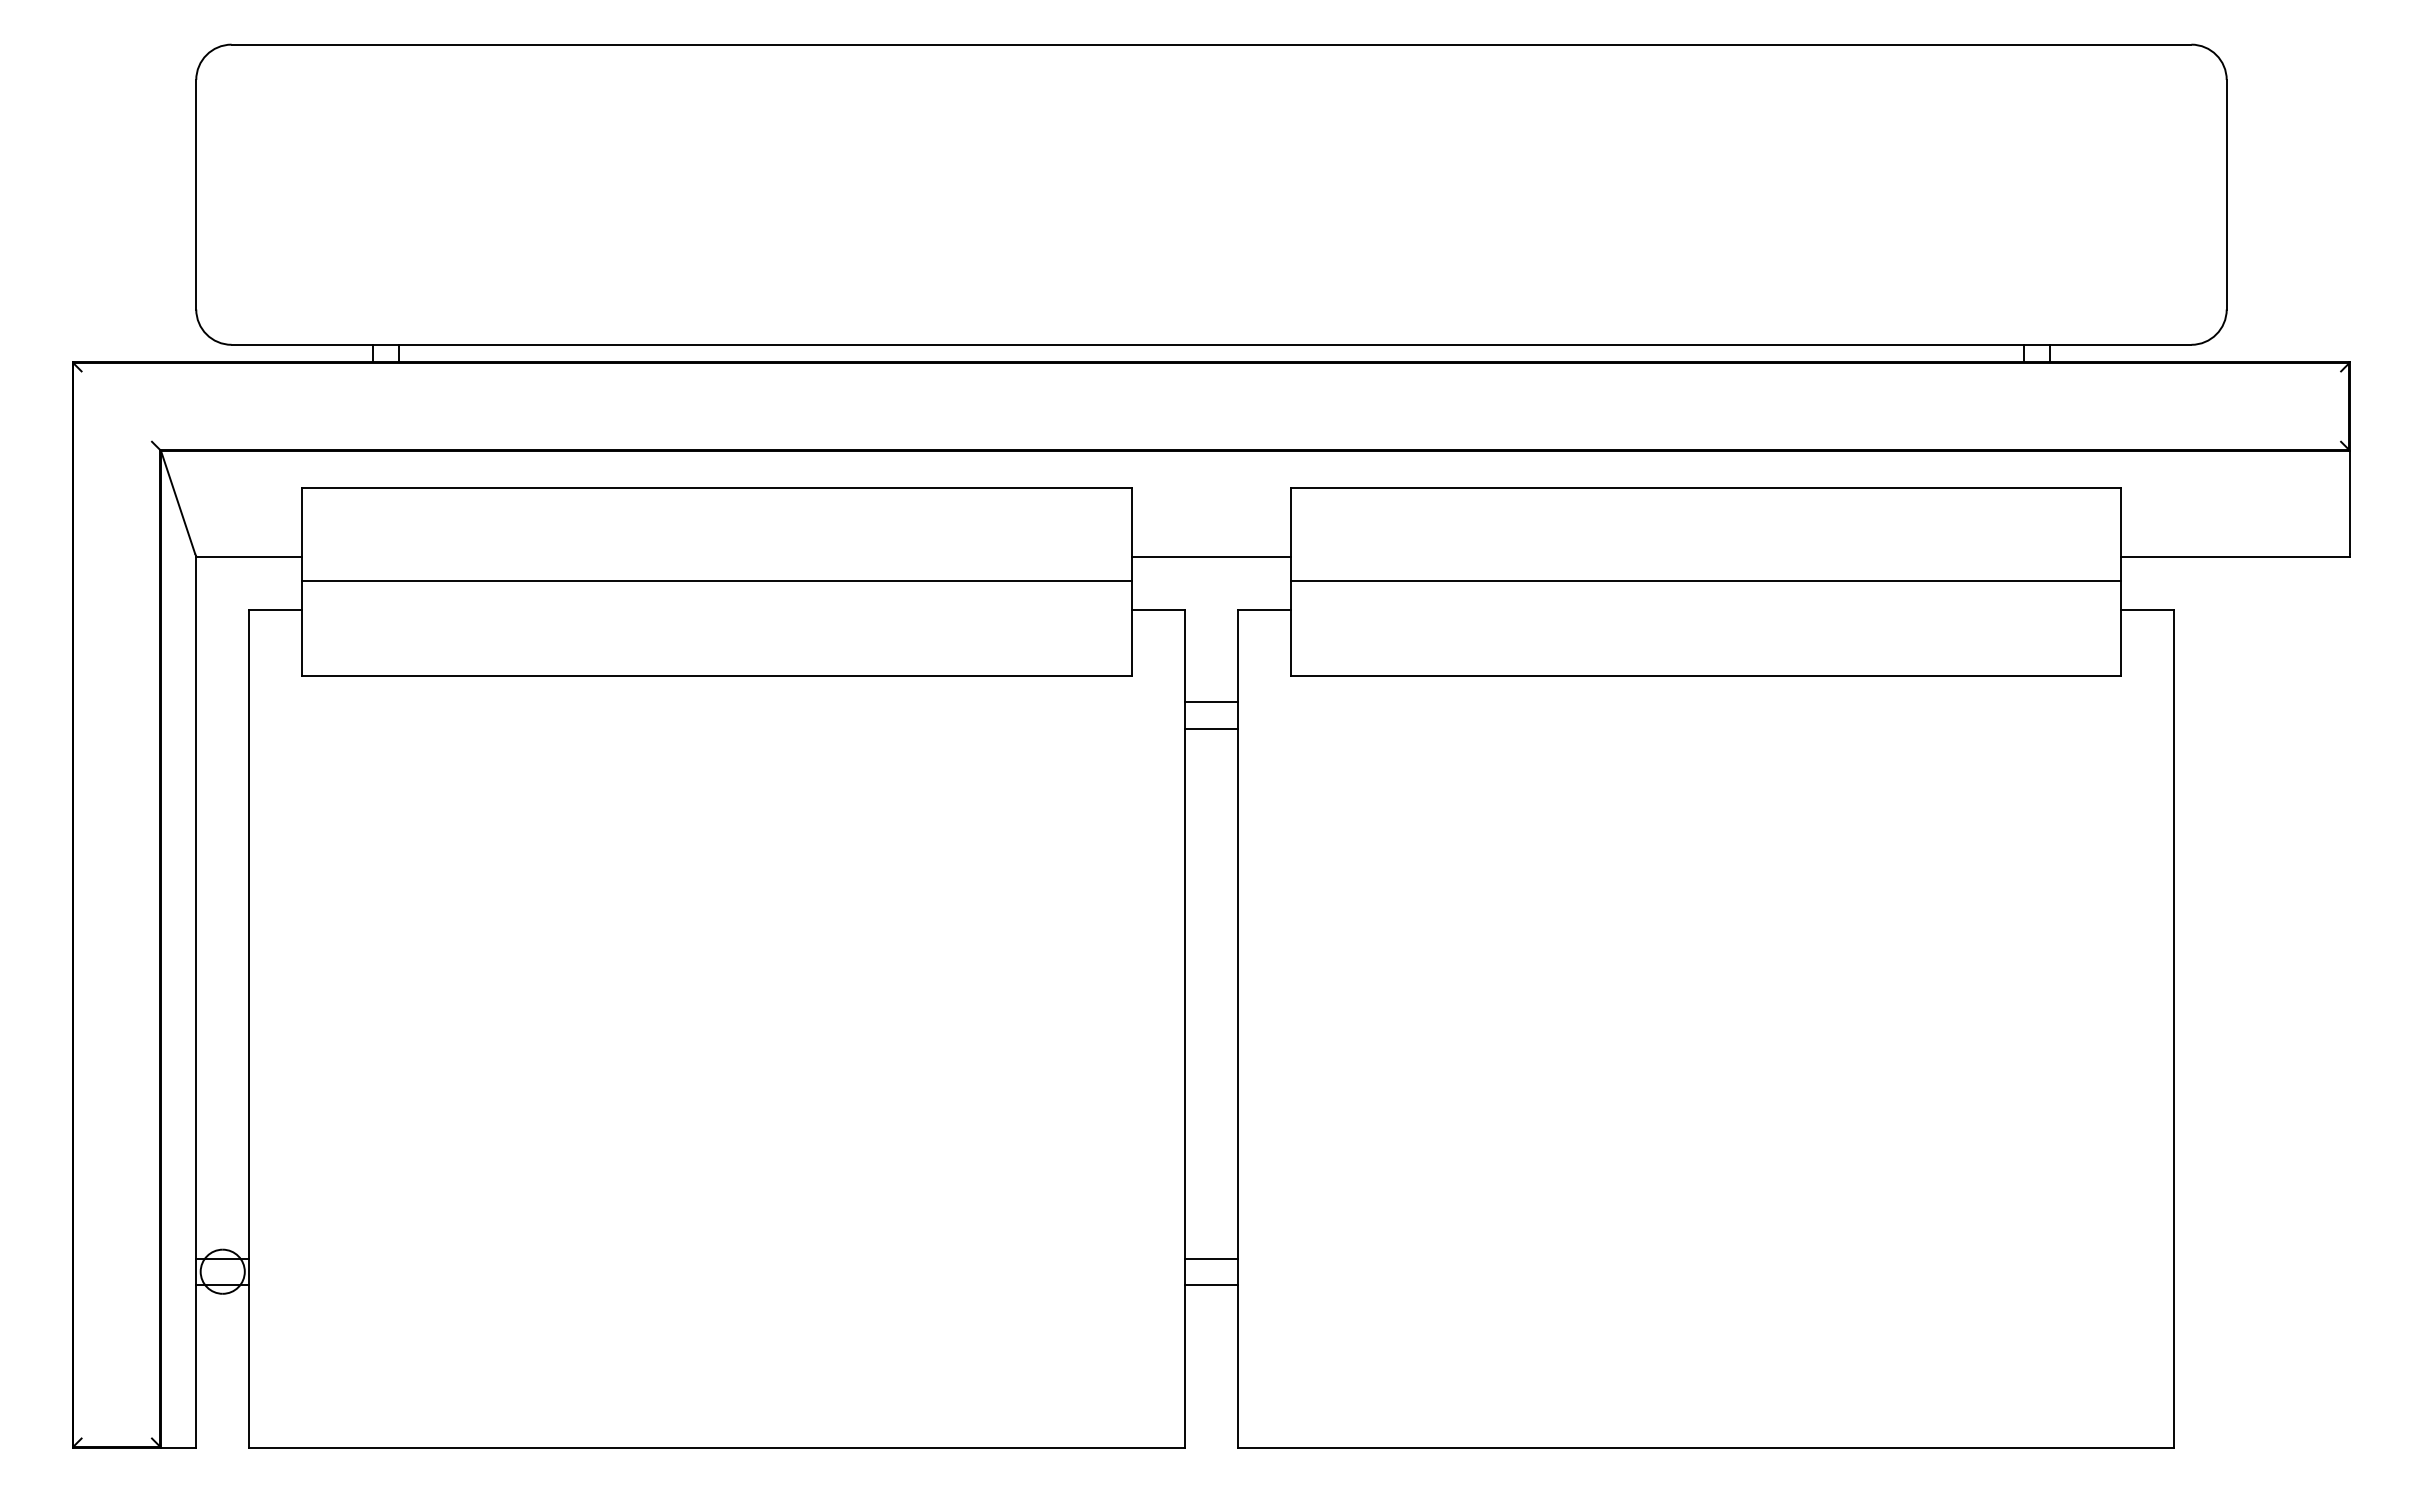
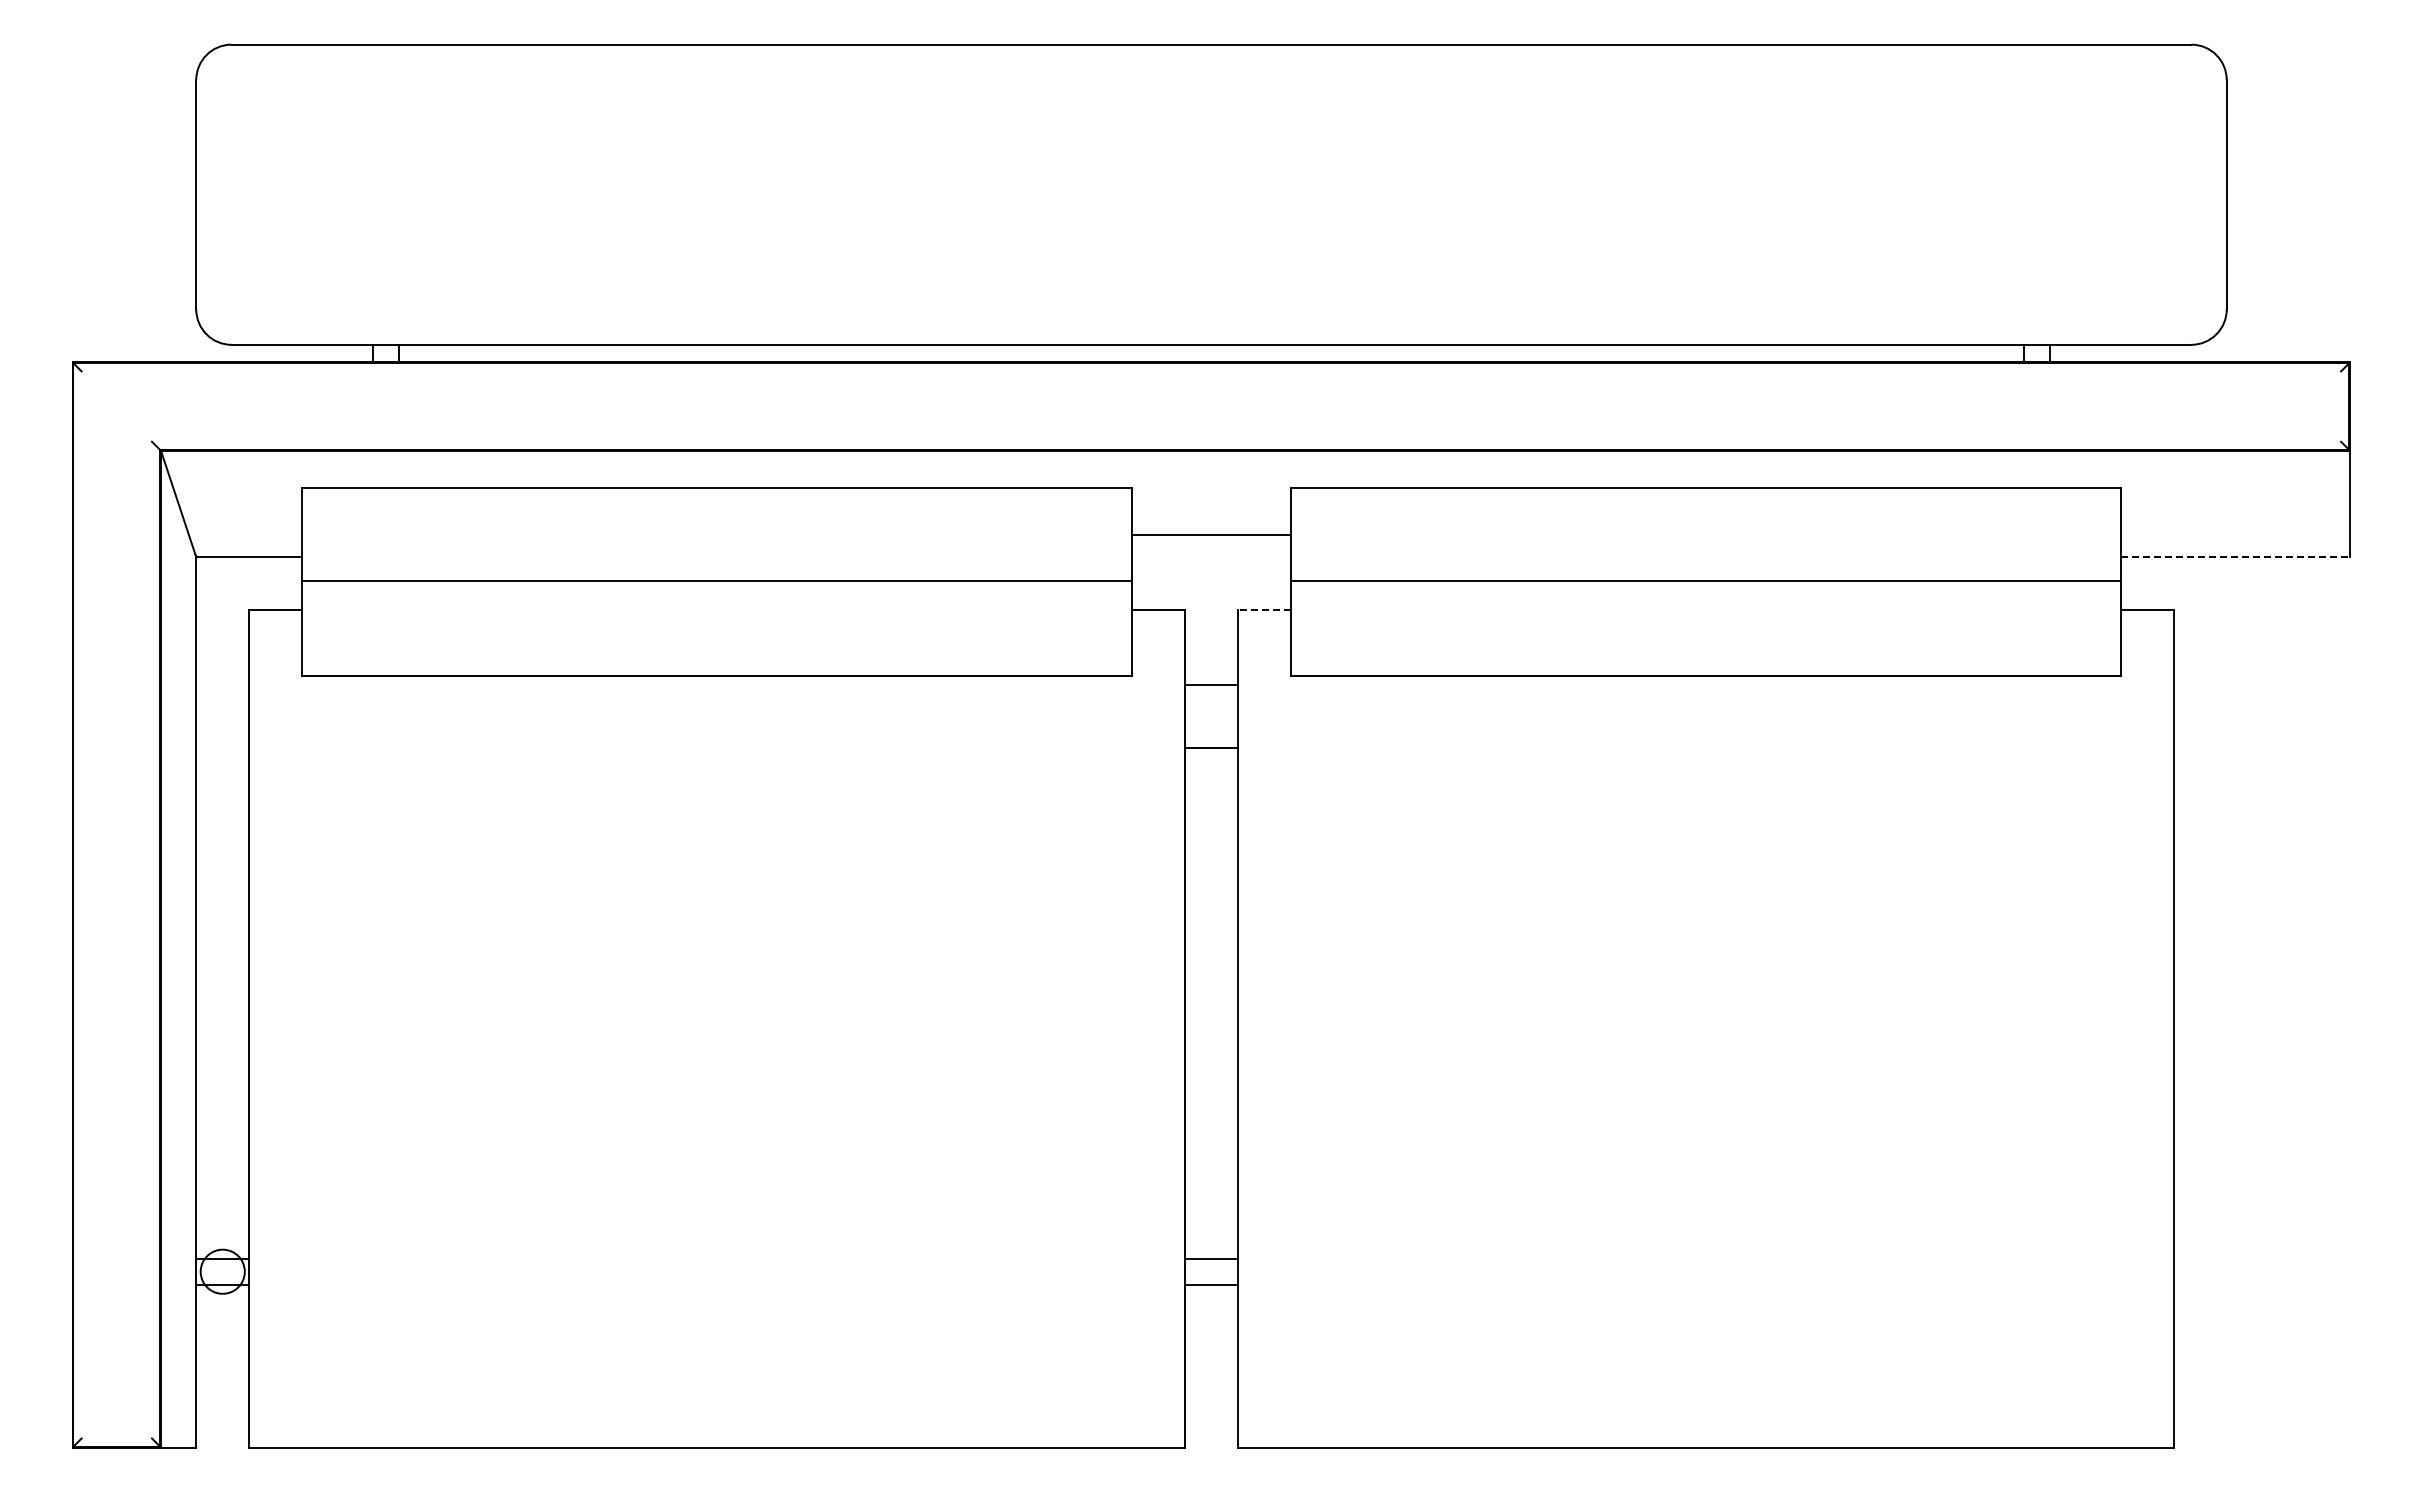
line at (1211, 556) position: (1211, 556) -> (1211, 534)
line at (2235, 556): solid -> dashed
line at (1263, 609): solid -> dashed
line at (1211, 702) position: (1211, 702) -> (1211, 685)
line at (1211, 728) position: (1211, 728) -> (1211, 747)
